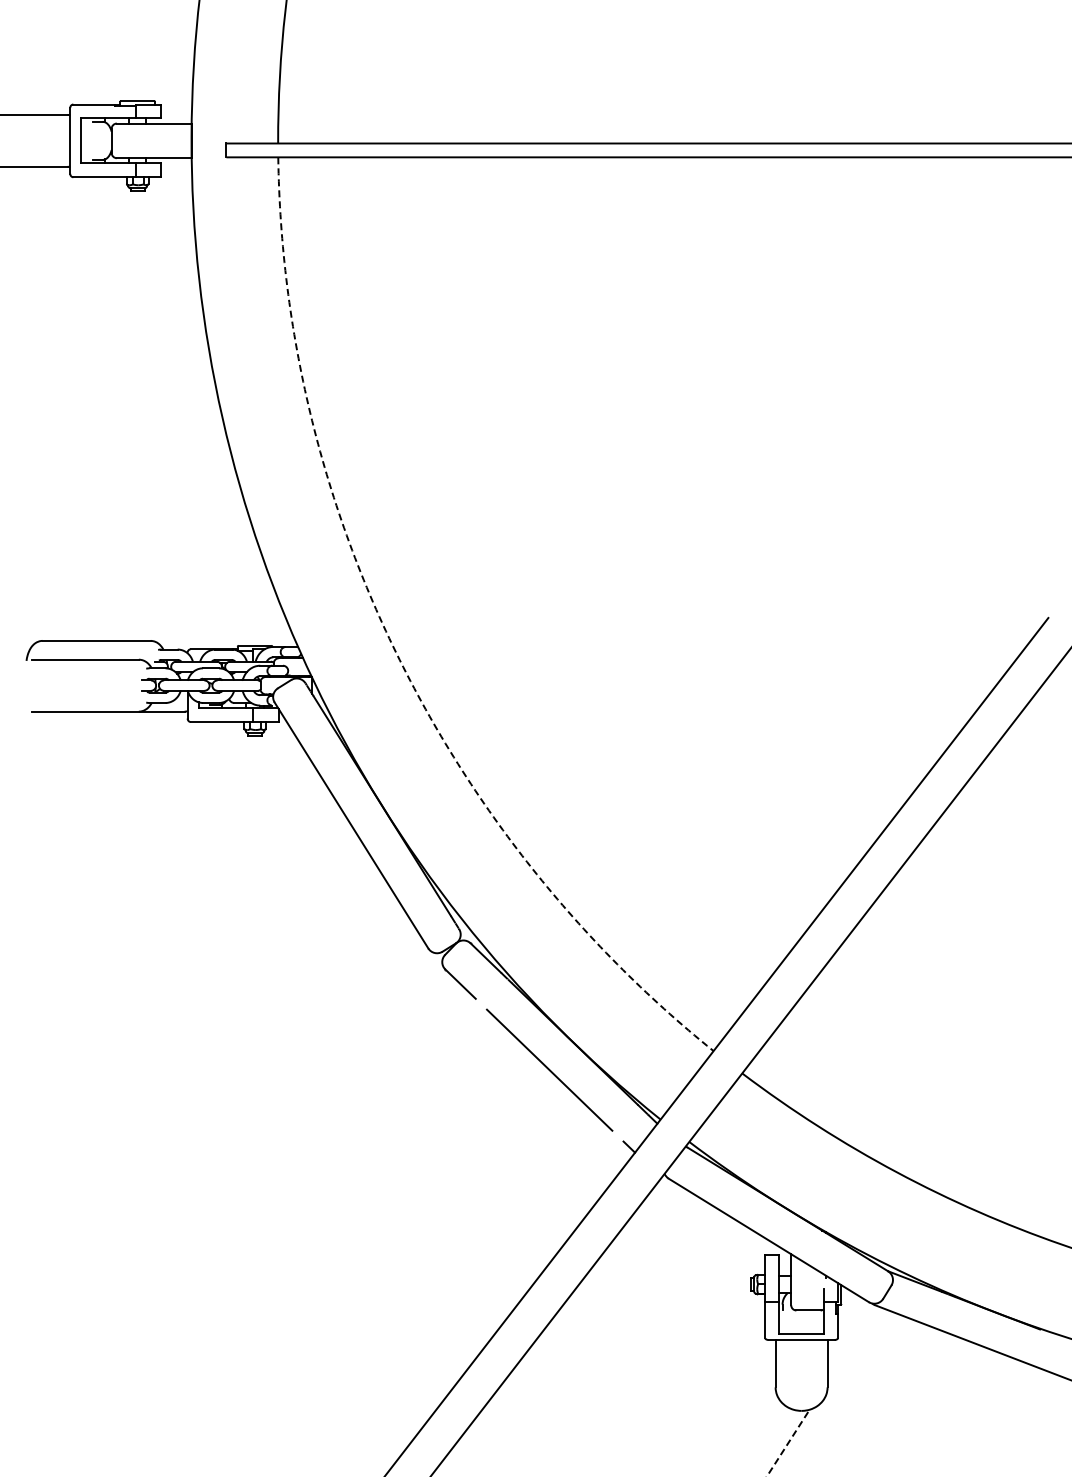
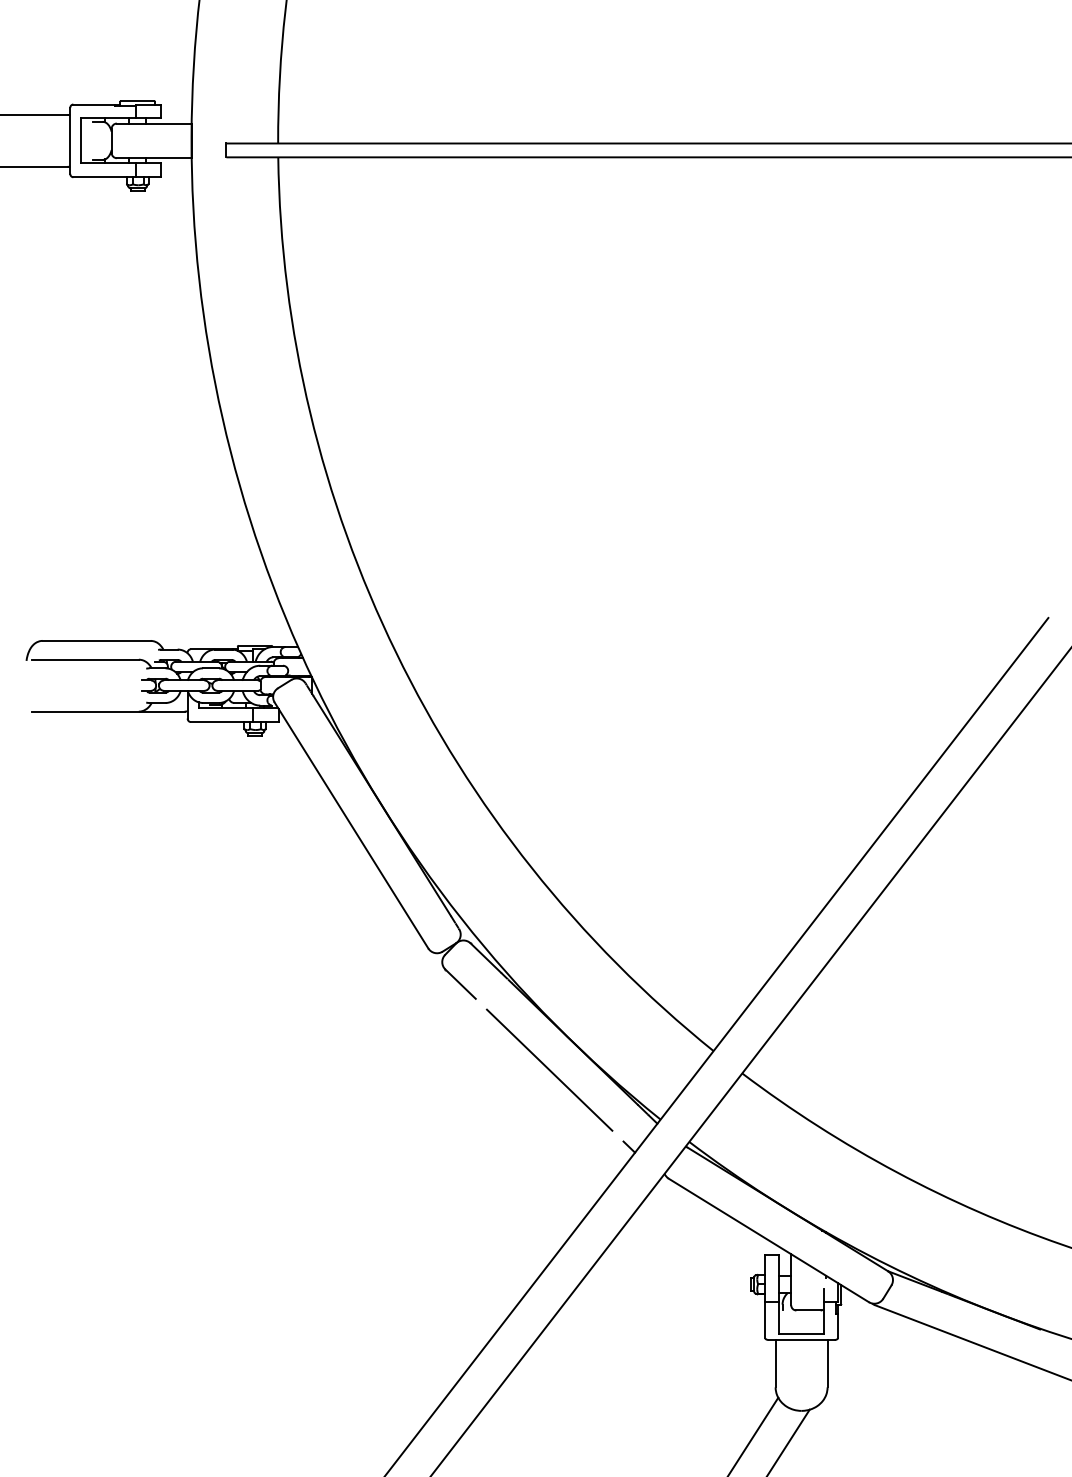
arc at (396, 652): dashed -> solid
line at (753, 1435): none -> present
line at (788, 1443): dashed -> solid
